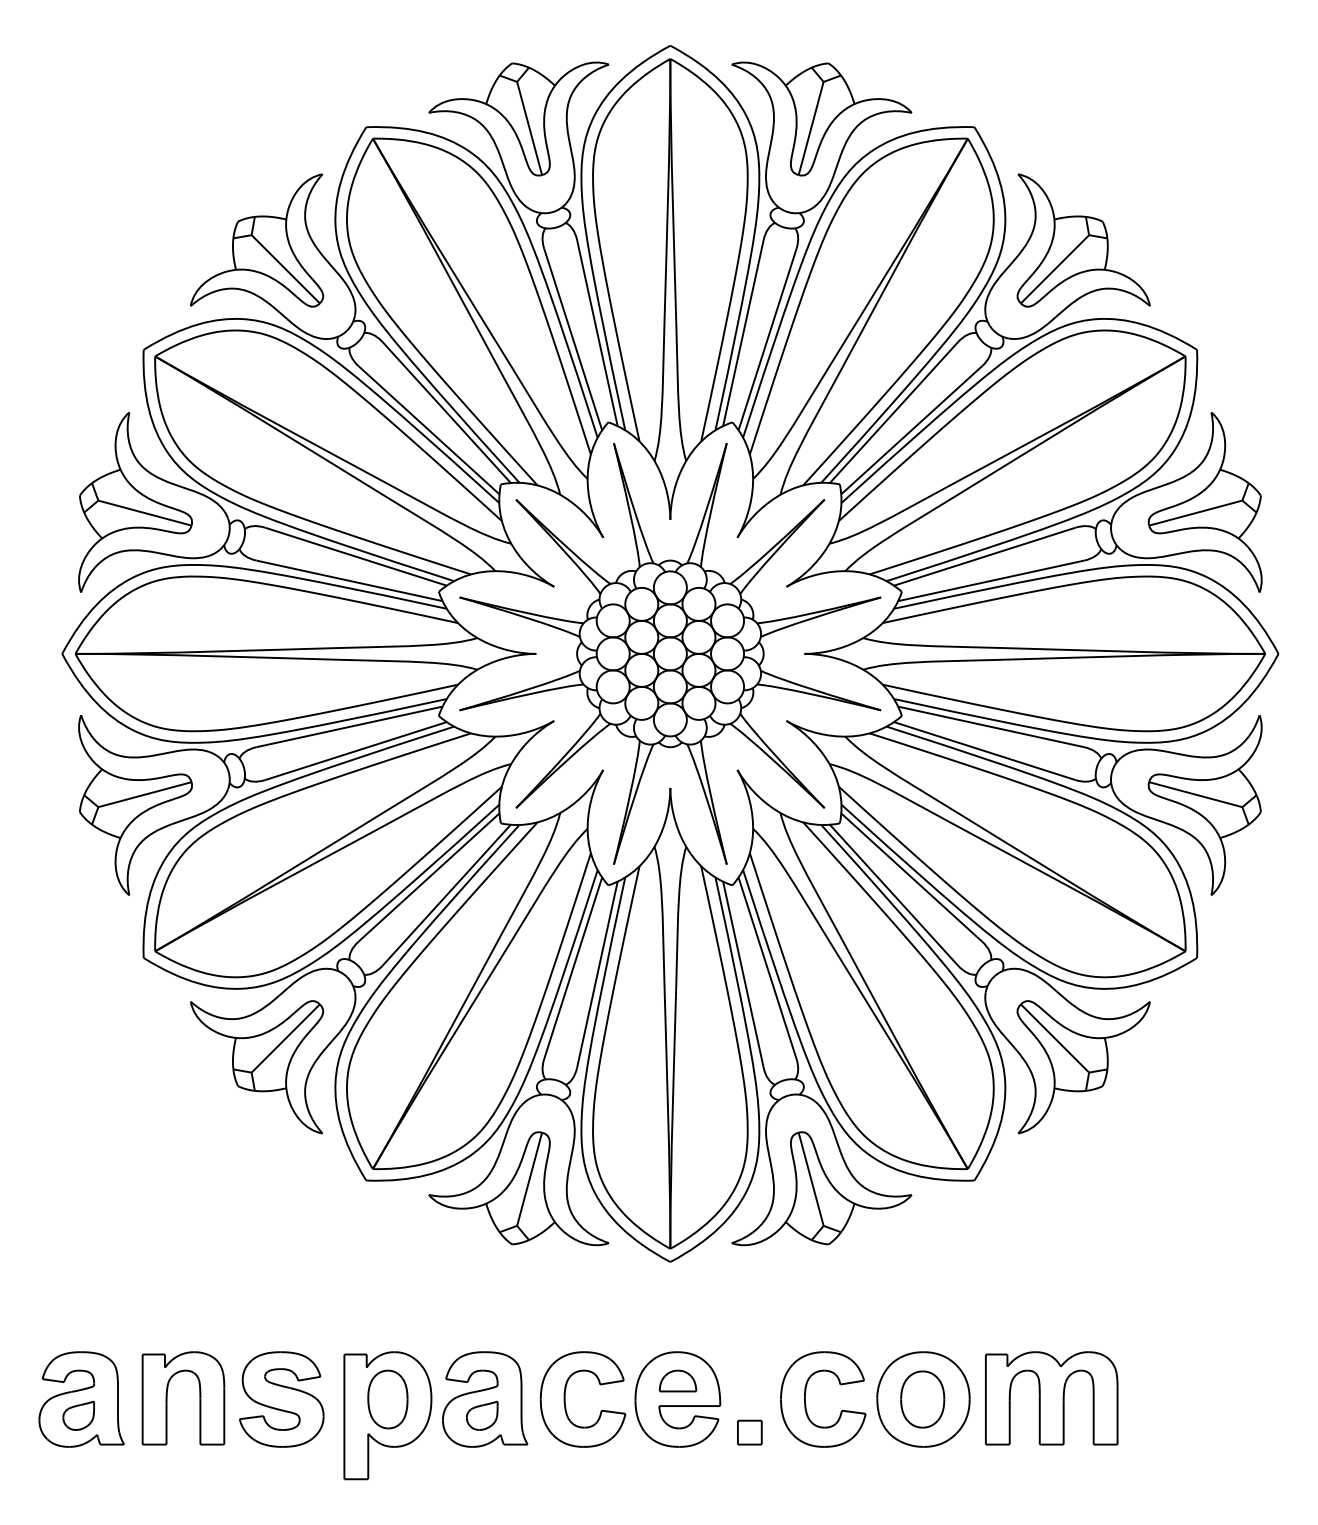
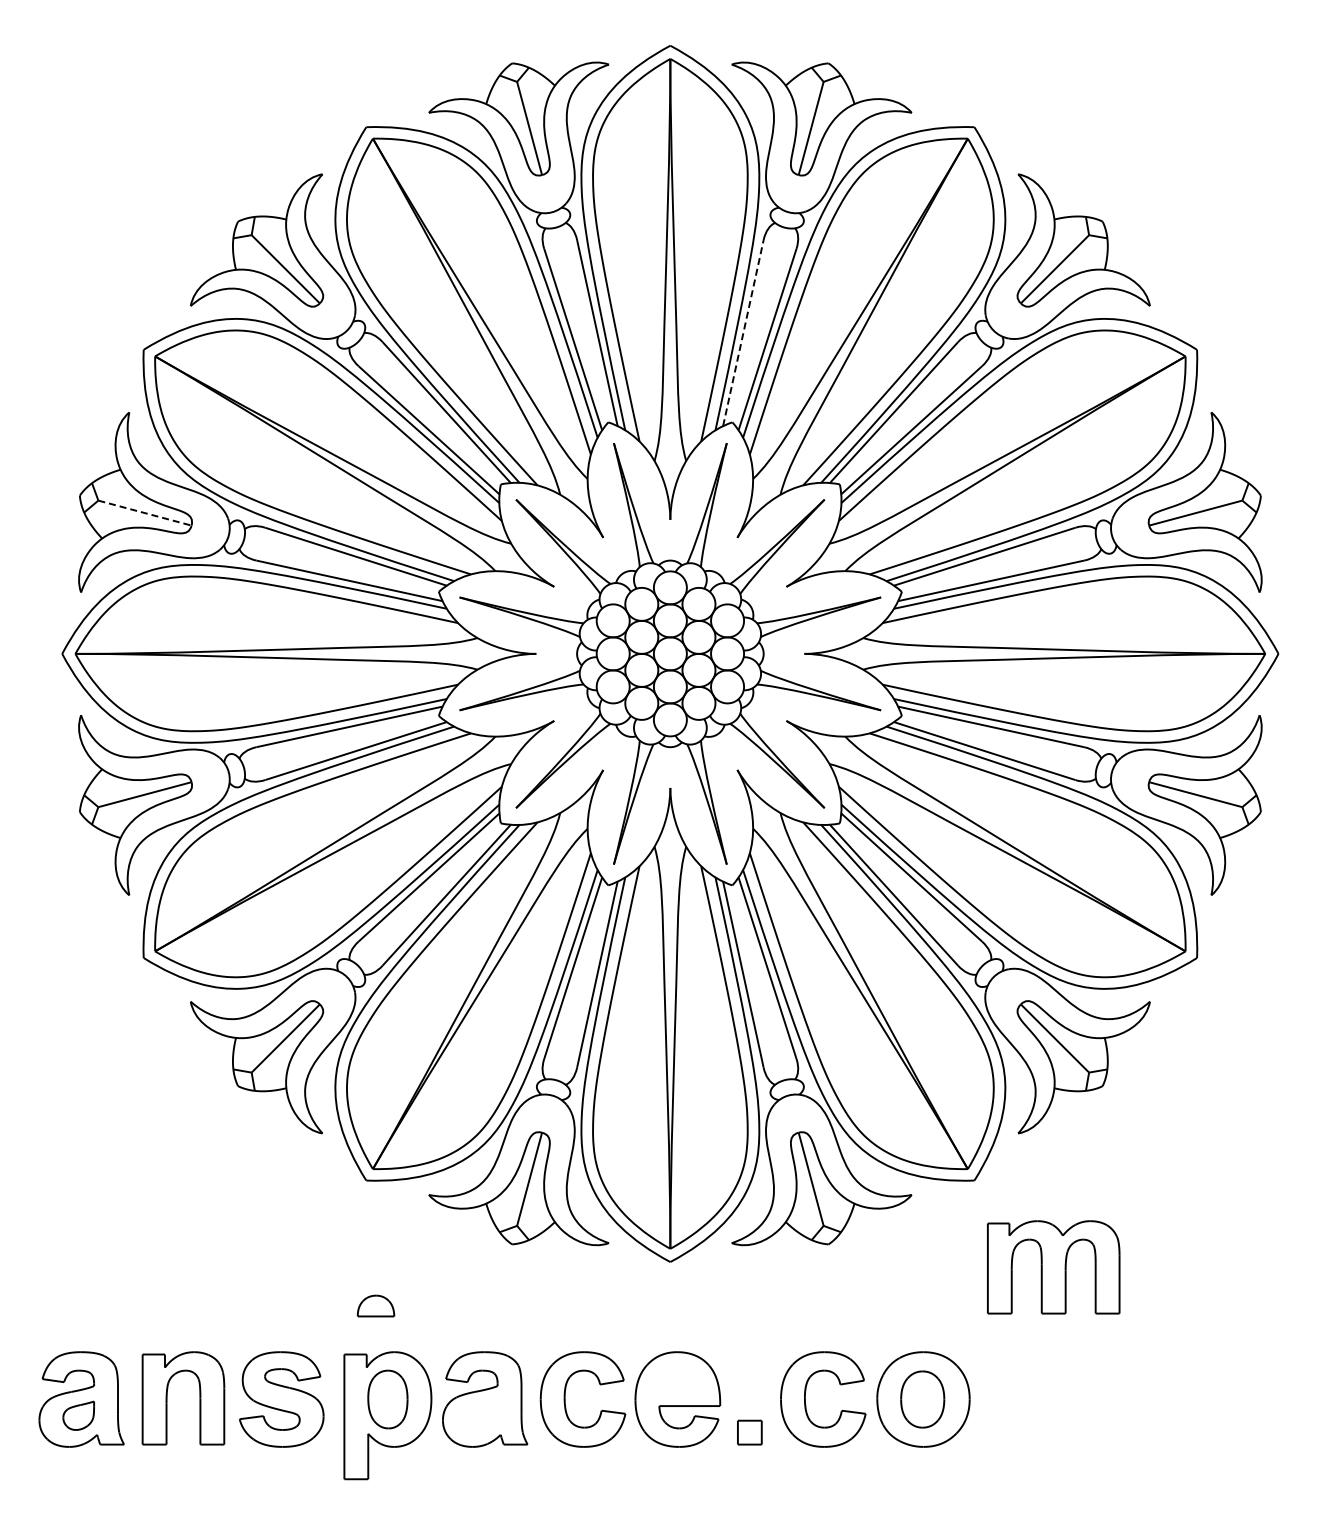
line at (743, 332): solid -> dashed
line at (145, 513): solid -> dashed
part at (677, 1380) position: (677, 1380) -> (375, 1305)
part at (1051, 1398) position: (1051, 1398) -> (1053, 1267)
part at (482, 1415): present -> none
